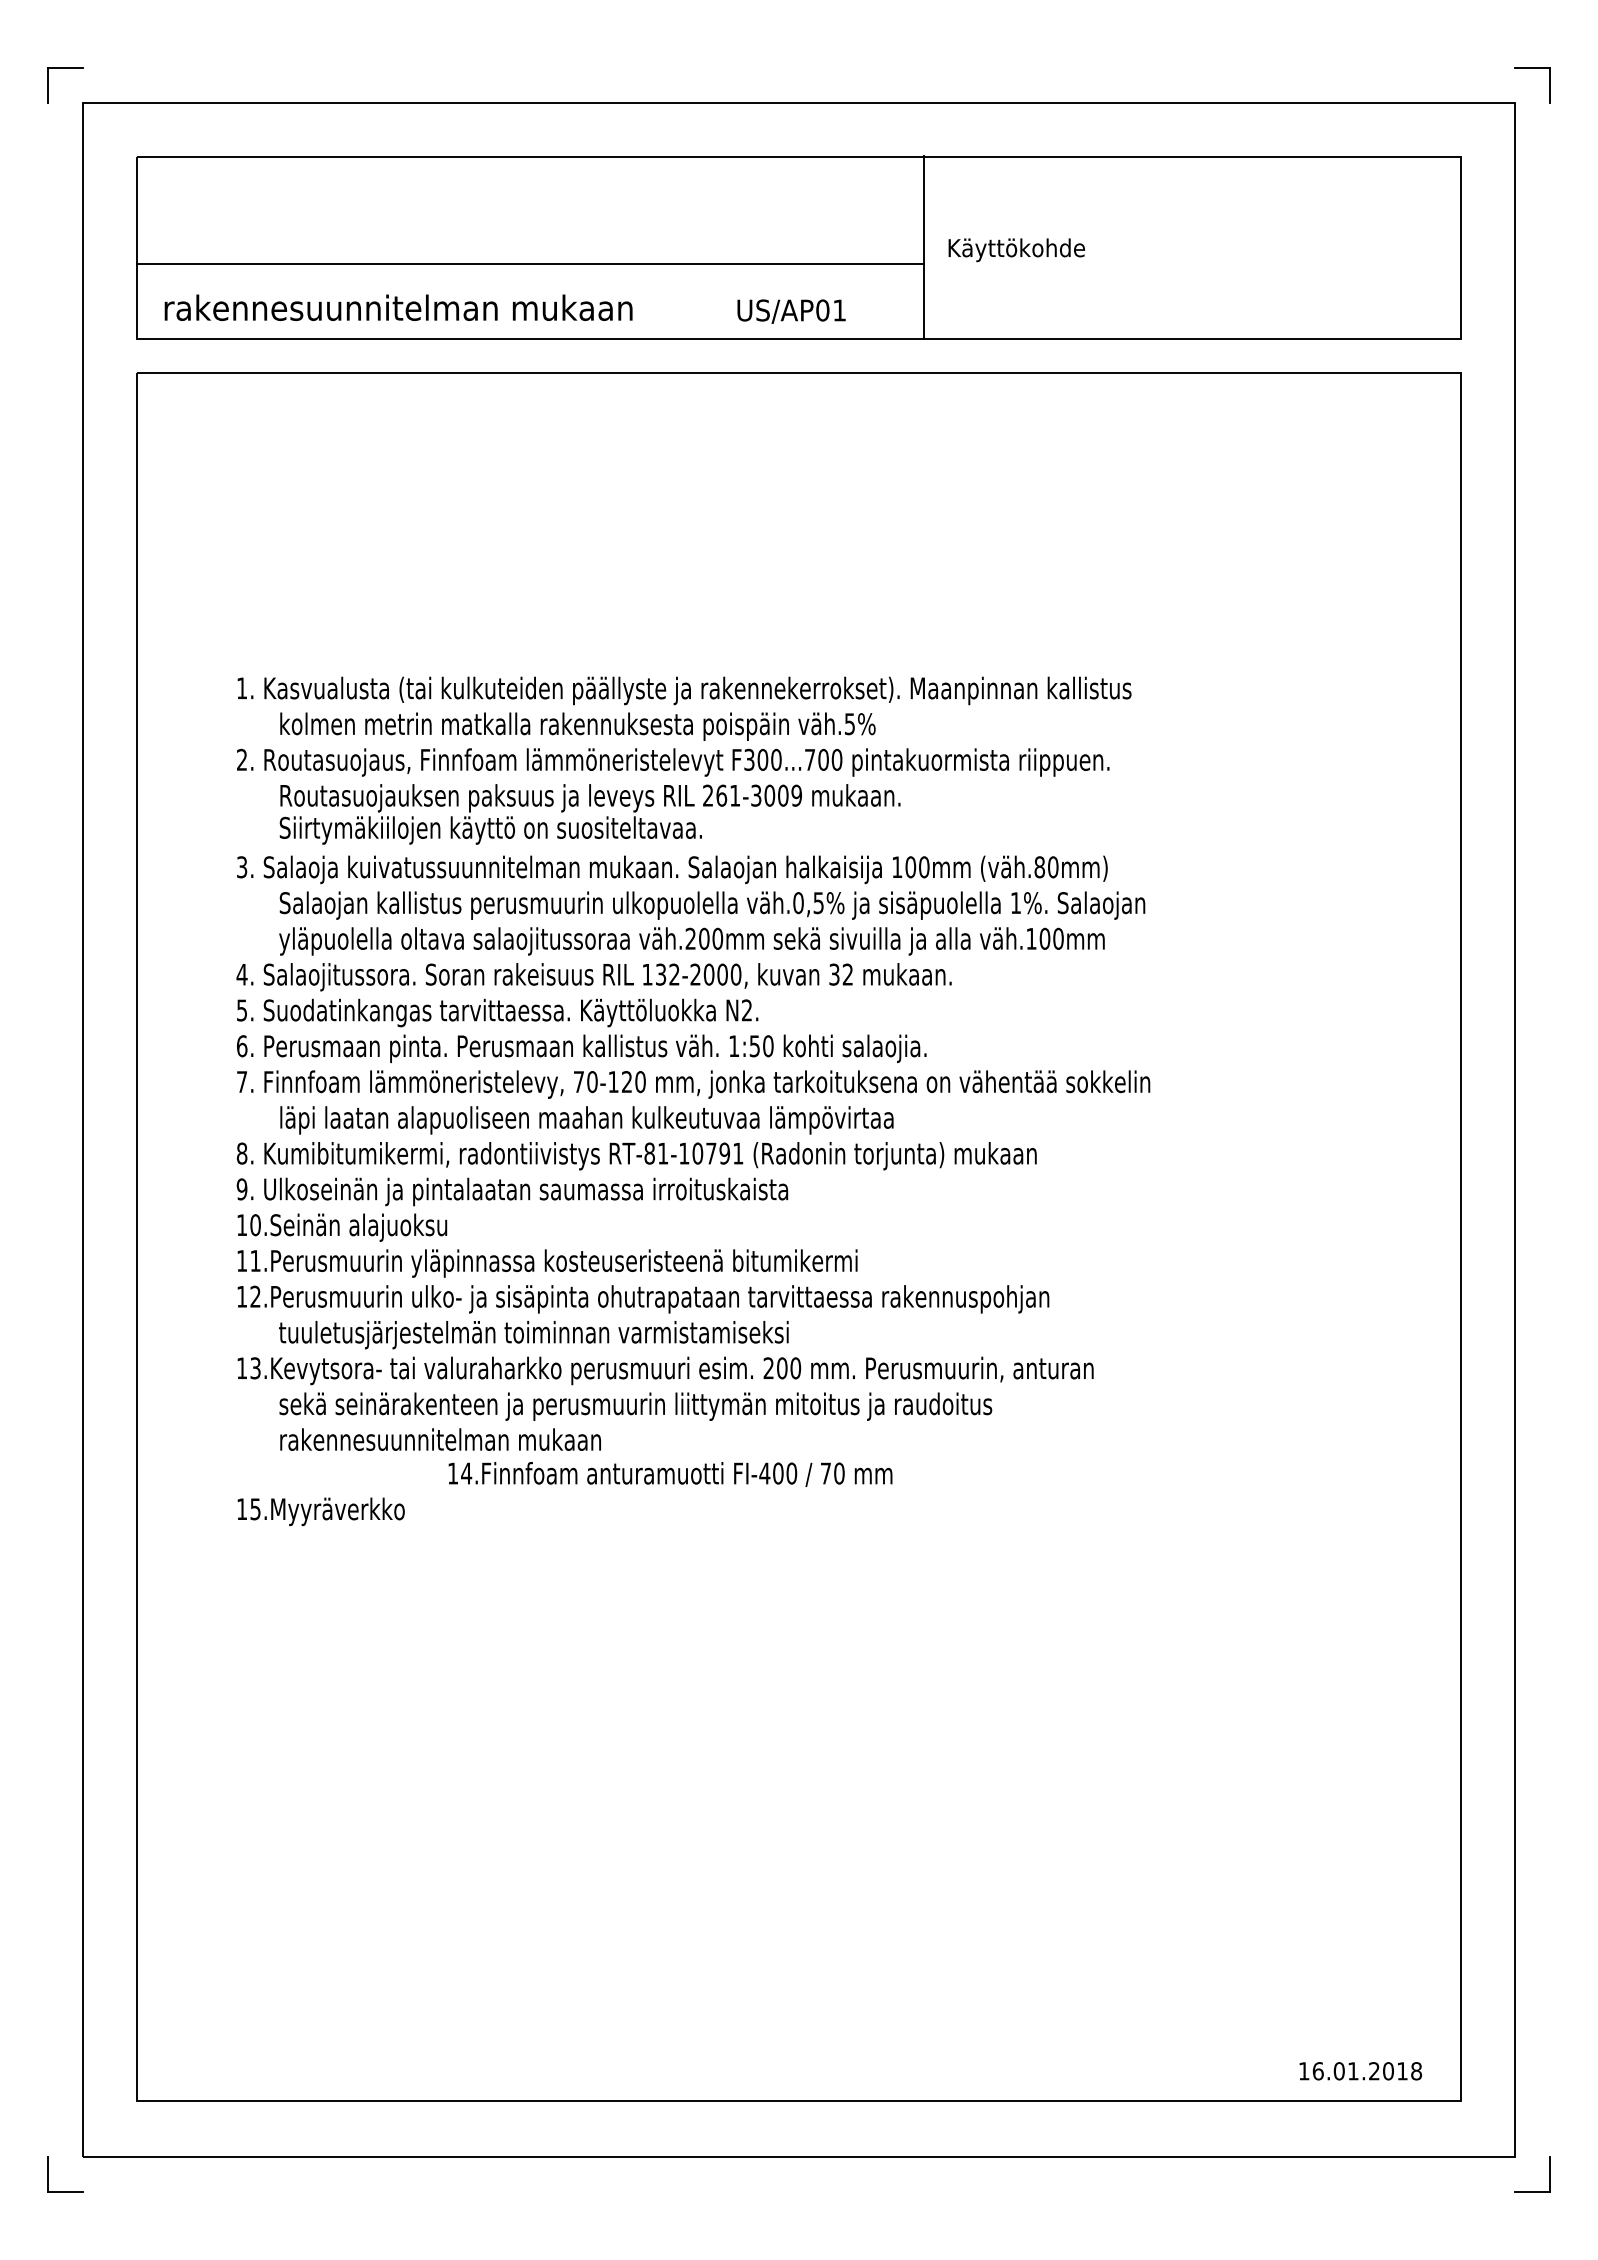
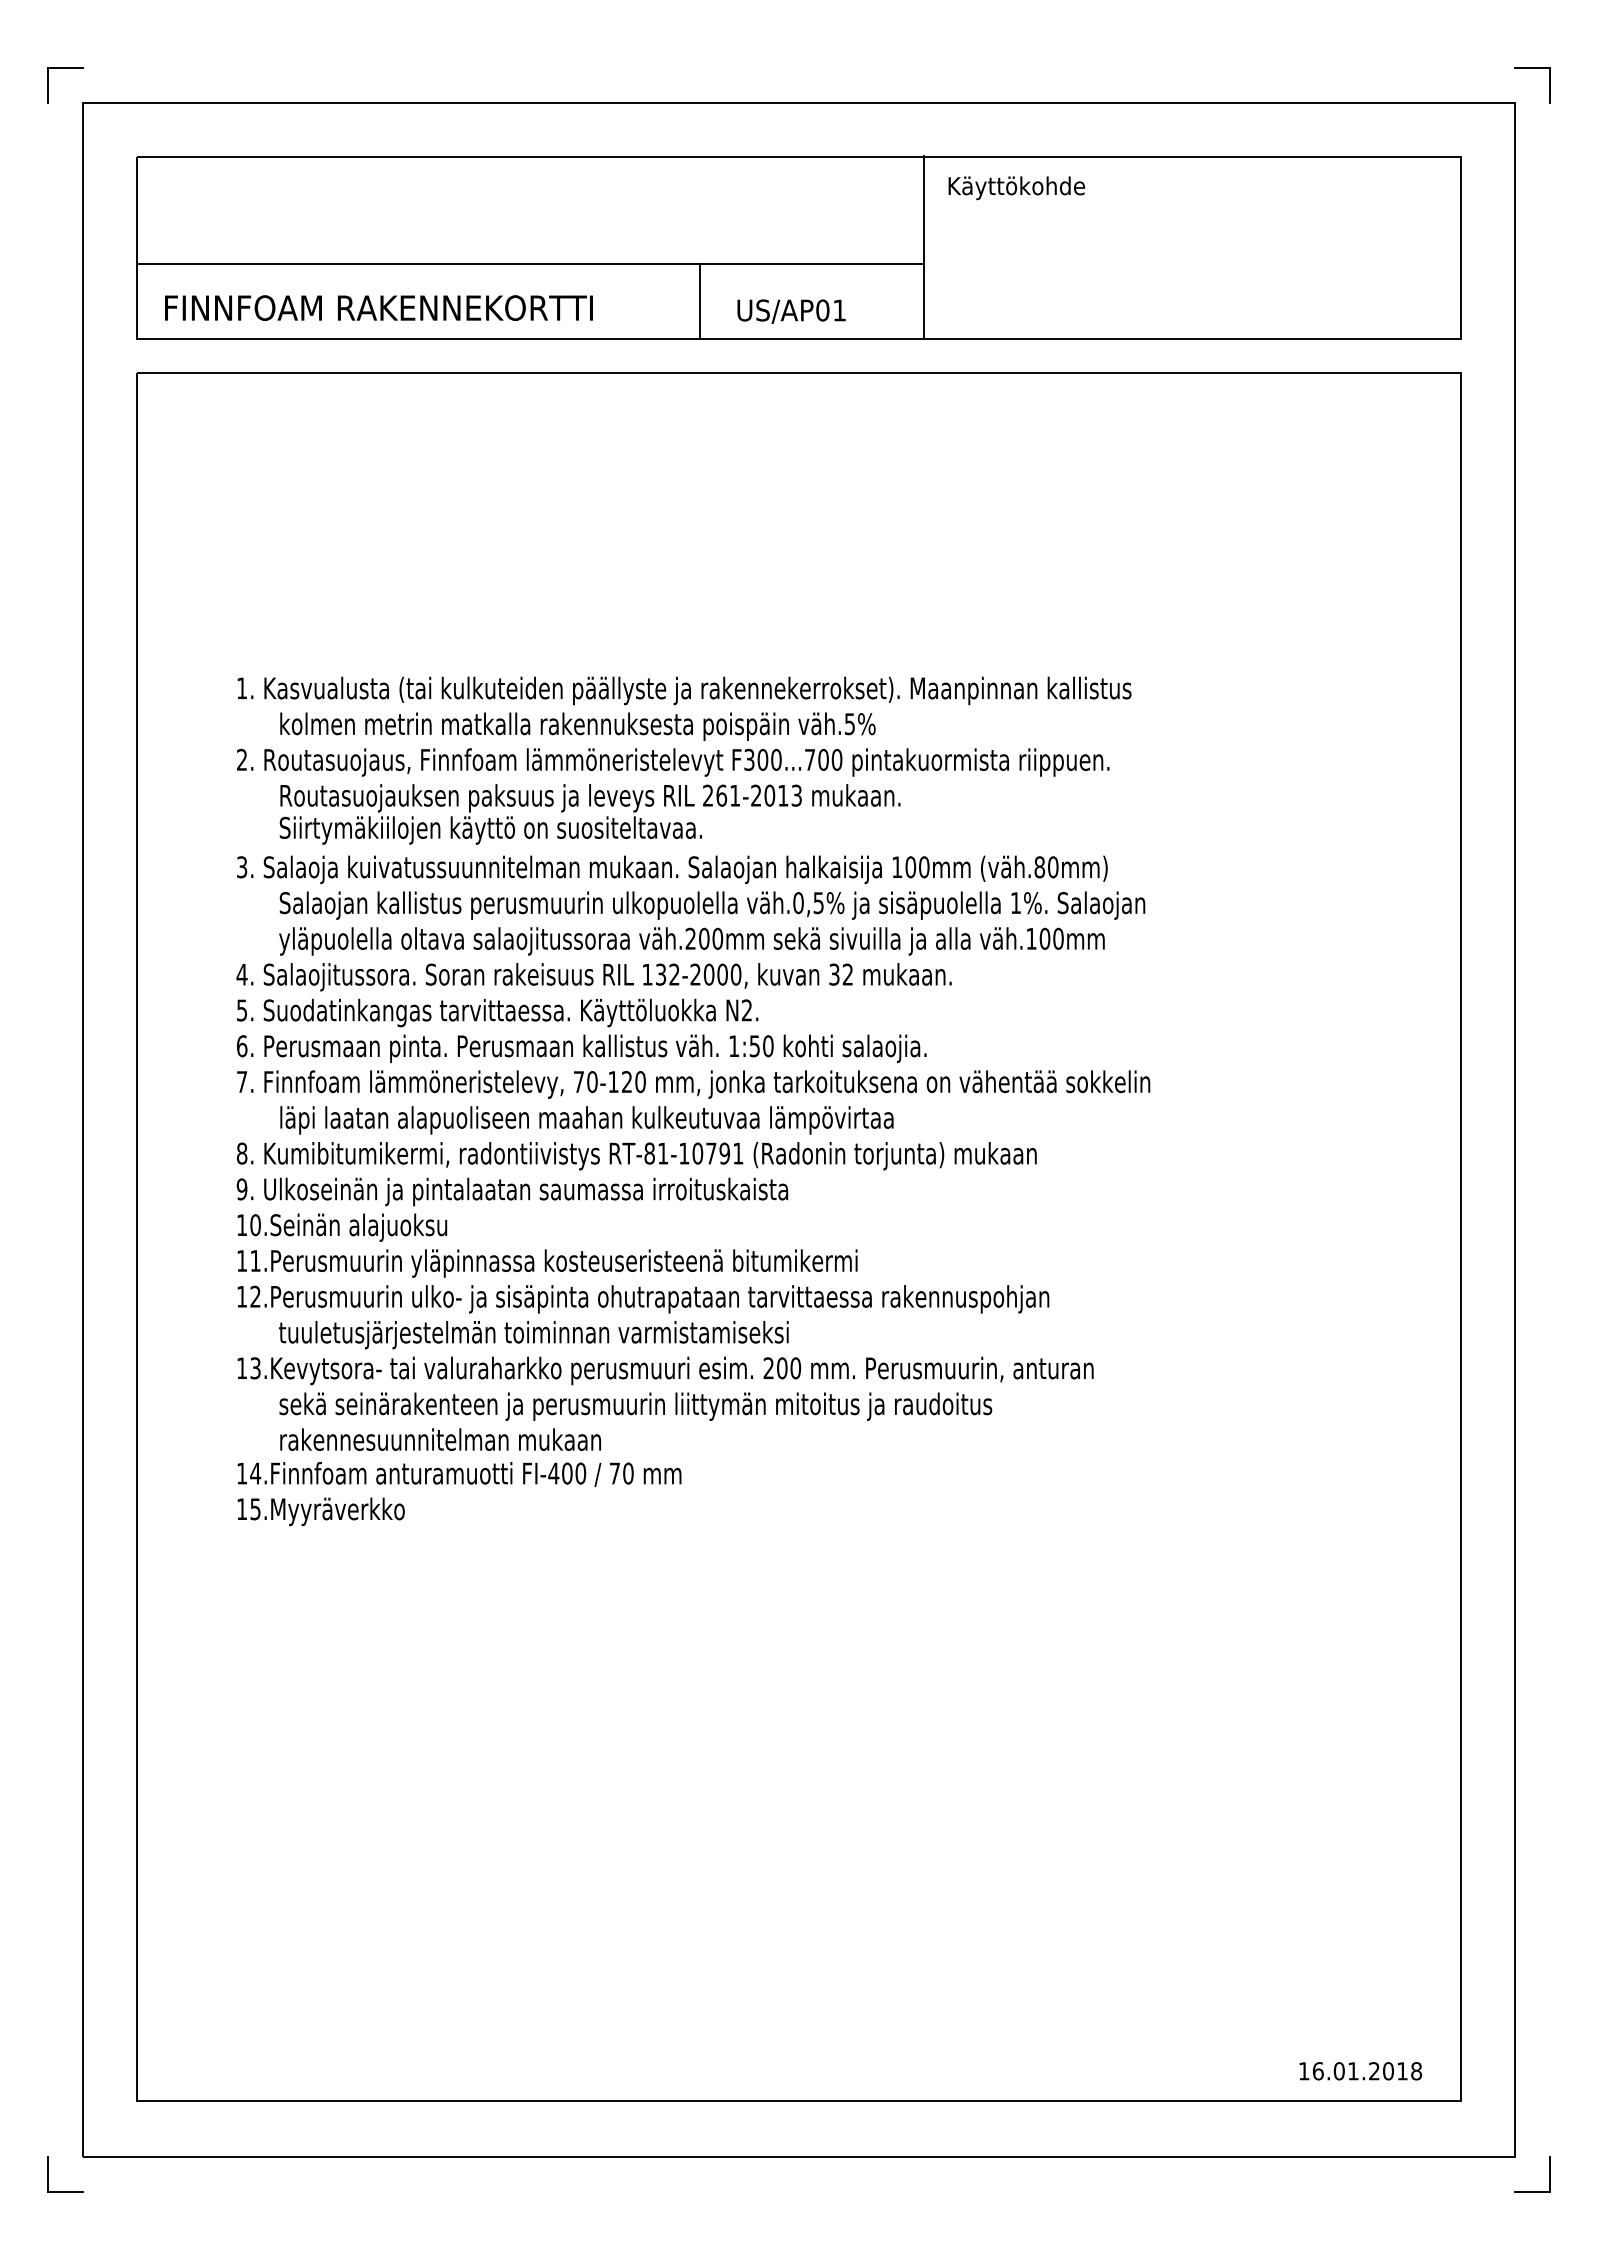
text at (1016, 250) position: (1016, 250) -> (1016, 188)
line at (700, 300): none -> present
text at (398, 307): rakennesuunnitelman mukaan -> FINNFOAM RAKENNEKORTTI
text at (776, 795): 261-3009 -> 261-2013
text at (670, 1474) position: (670, 1474) -> (459, 1474)
